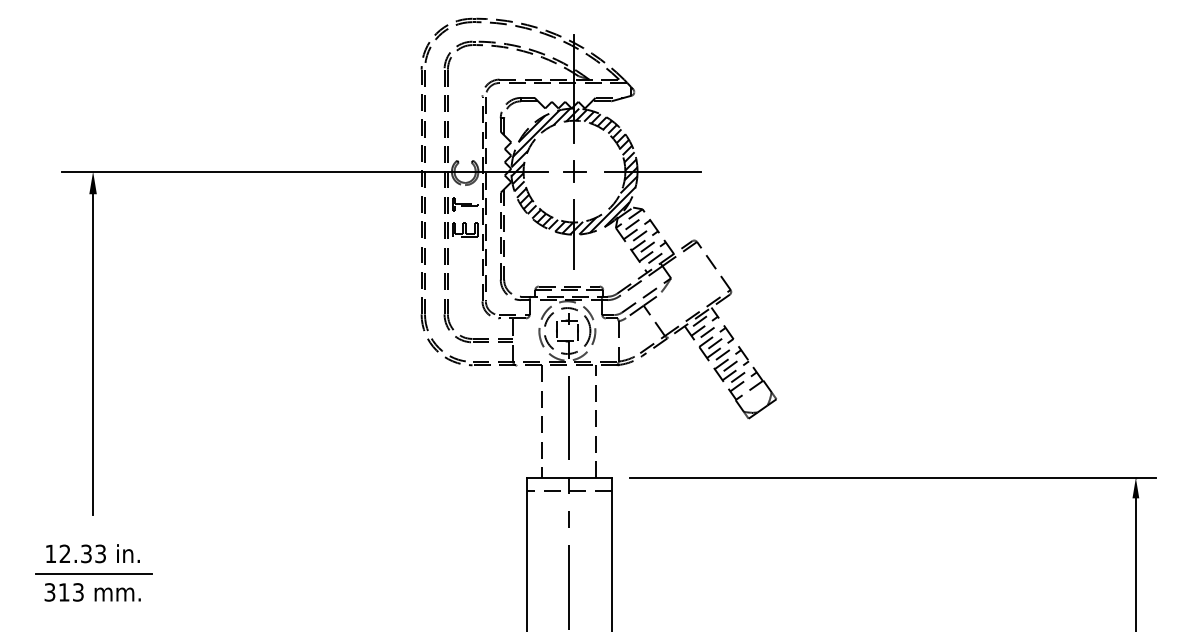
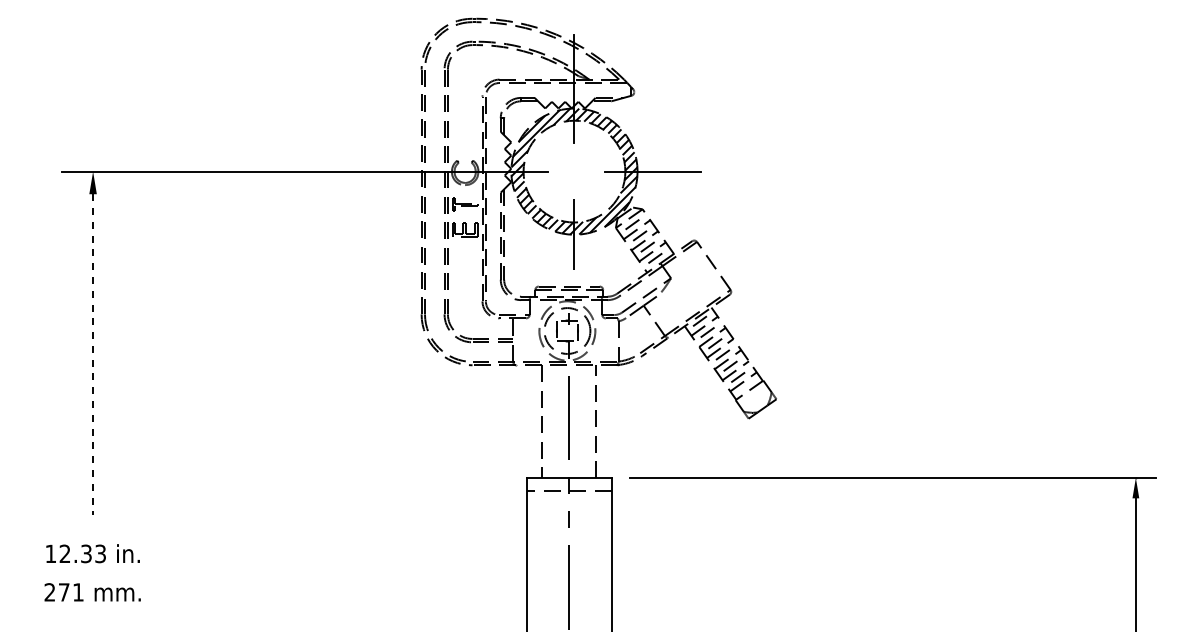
part at (574, 171): present -> none
line at (93, 354): solid -> dashed
line at (93, 574): present -> none
text at (63, 592): 313 -> 271
